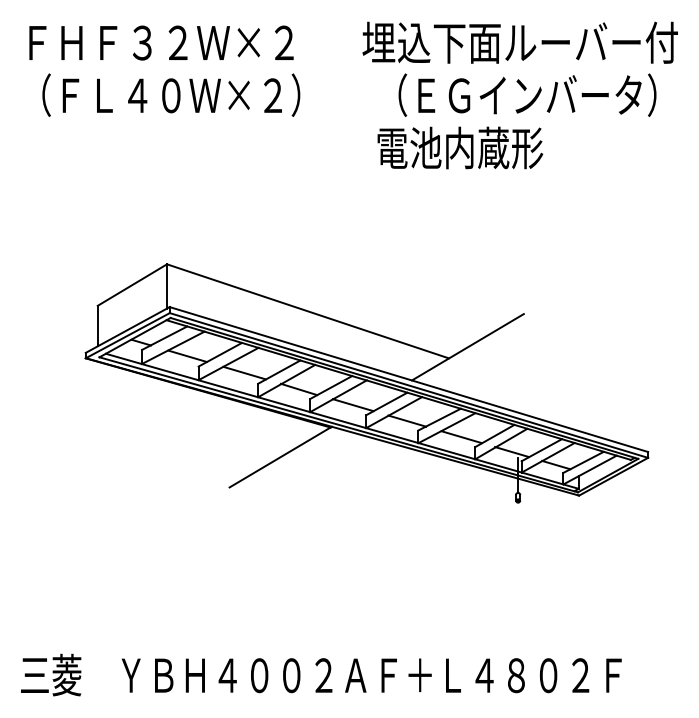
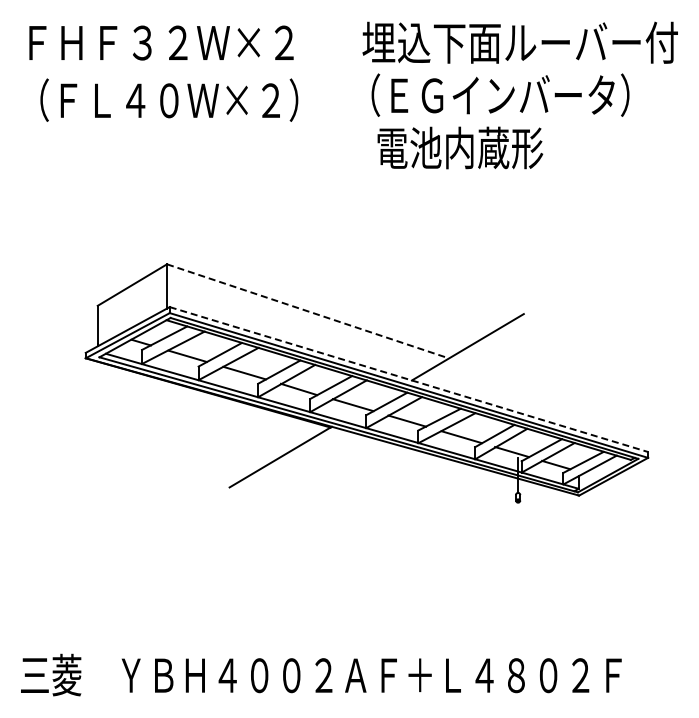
text at (171, 94) position: (171, 94) -> (169, 99)
text at (527, 94) position: (527, 94) -> (500, 94)
line at (307, 311): solid -> dashed
line at (408, 379): solid -> dashed
